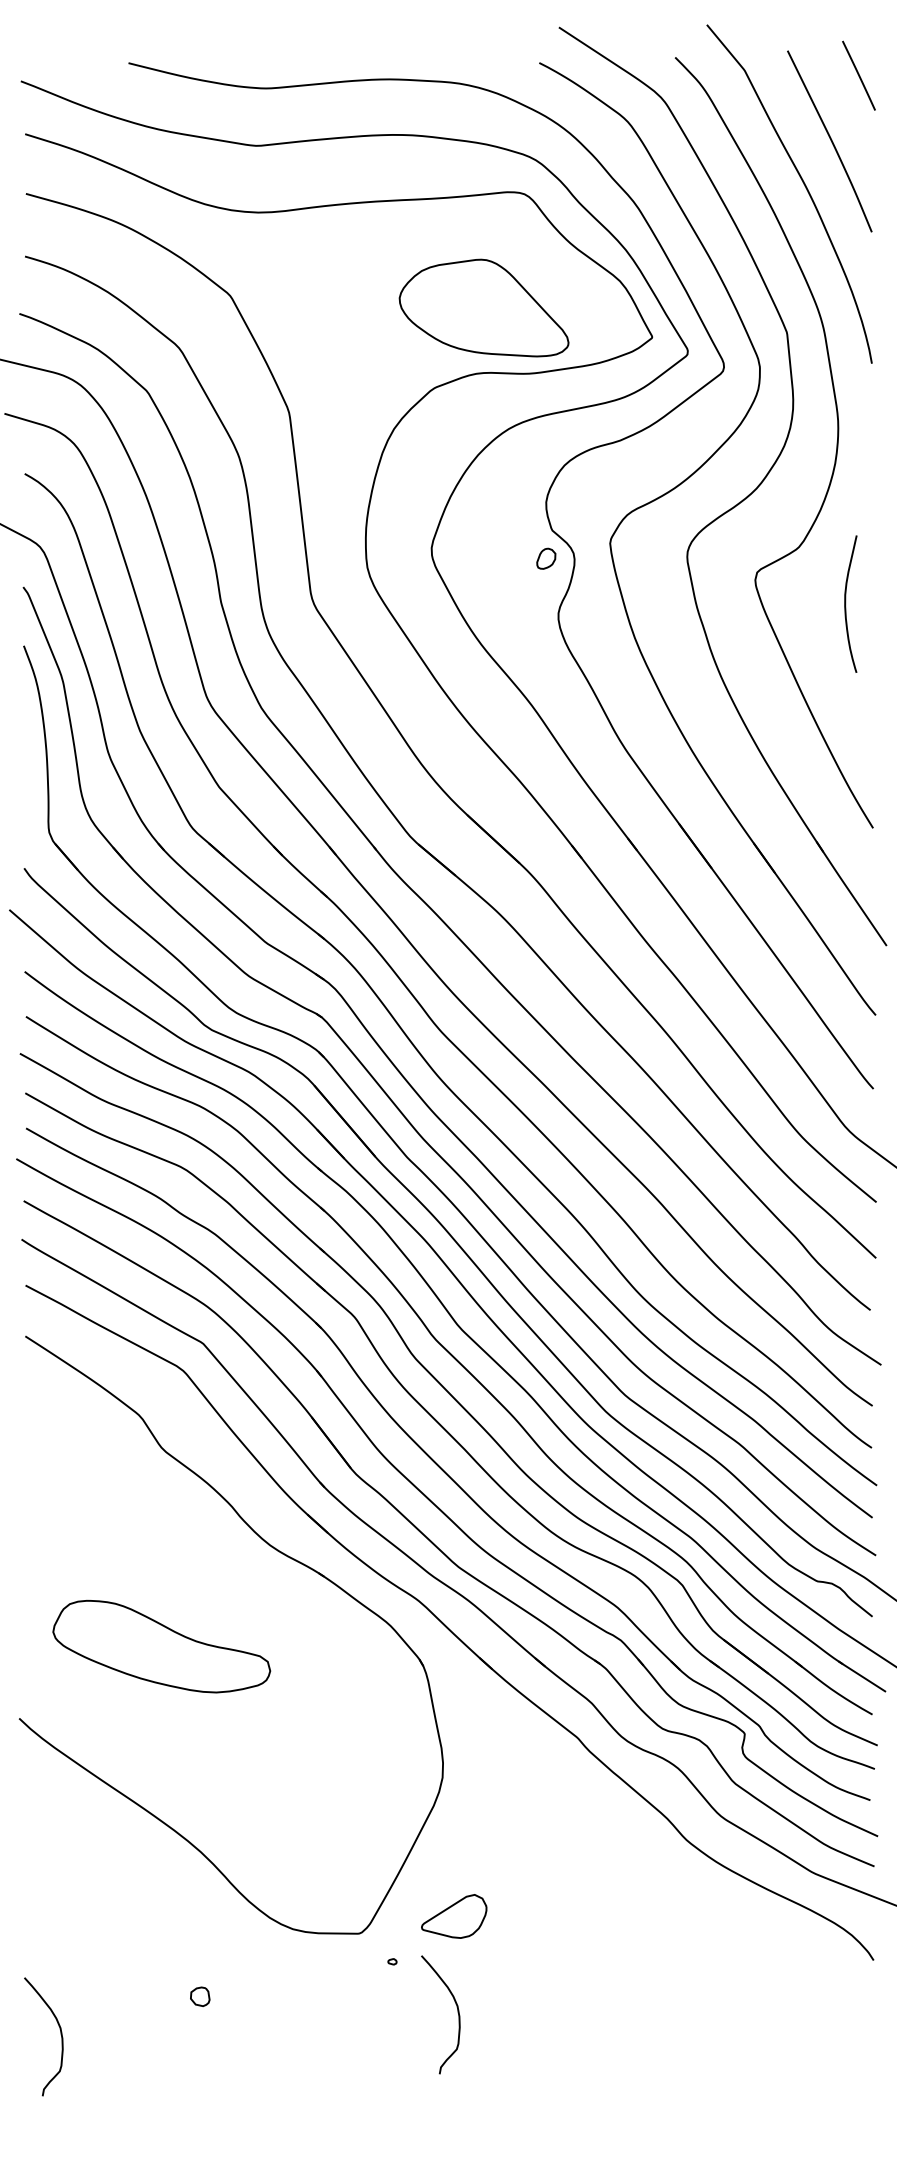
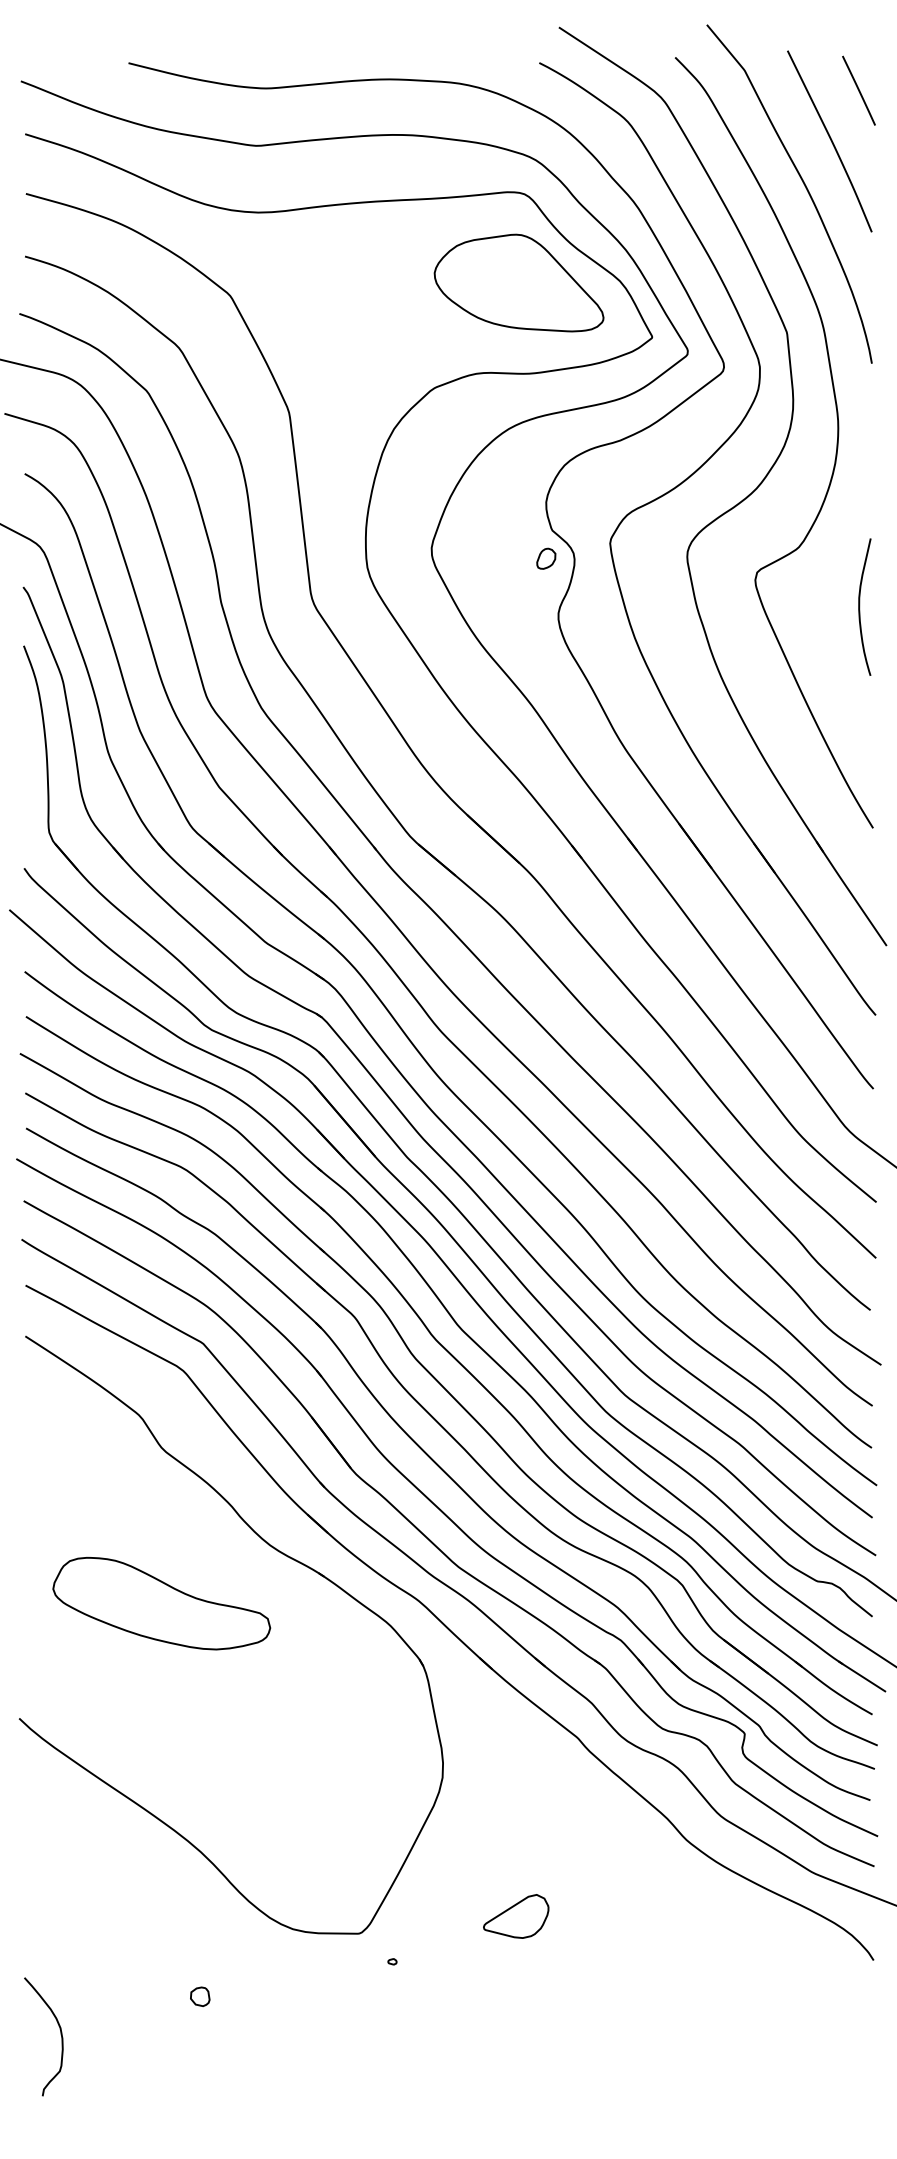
line at (858, 75) position: (858, 75) -> (858, 90)
part at (483, 307) position: (483, 307) -> (518, 282)
curve at (846, 603) position: (846, 603) -> (860, 606)
part at (161, 1646) position: (161, 1646) -> (161, 1603)
part at (454, 1916) position: (454, 1916) -> (516, 1916)
curve at (457, 2012): present -> none
